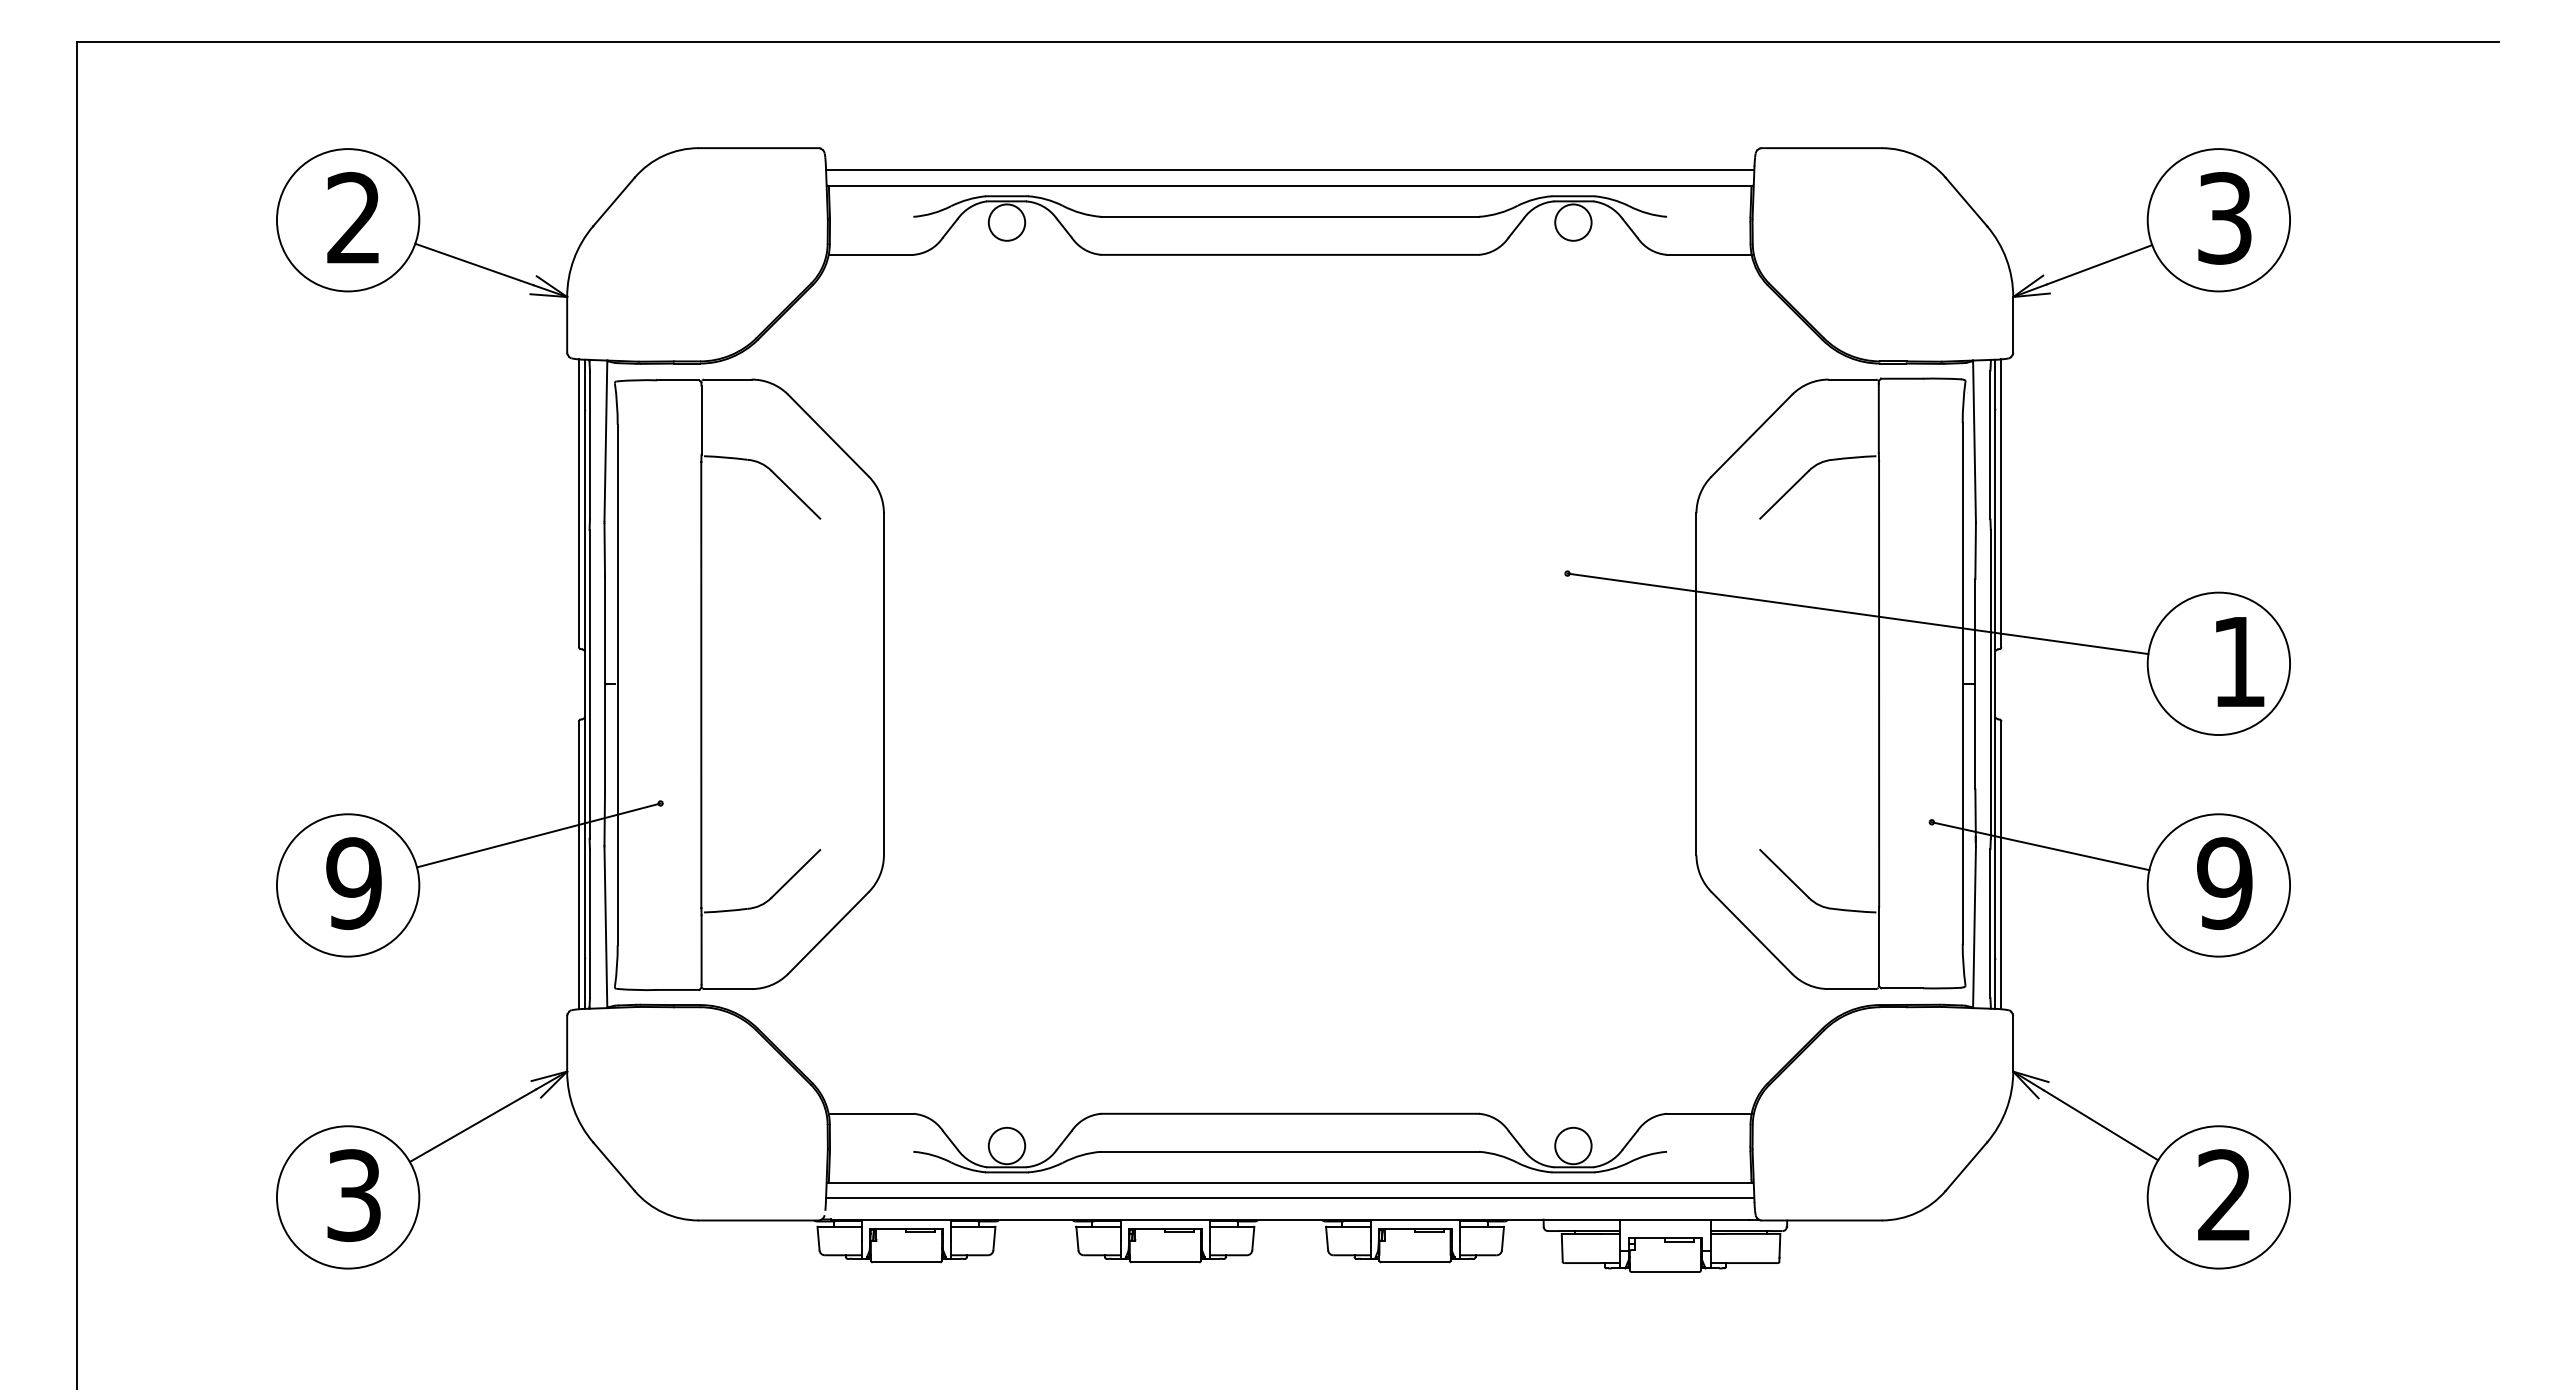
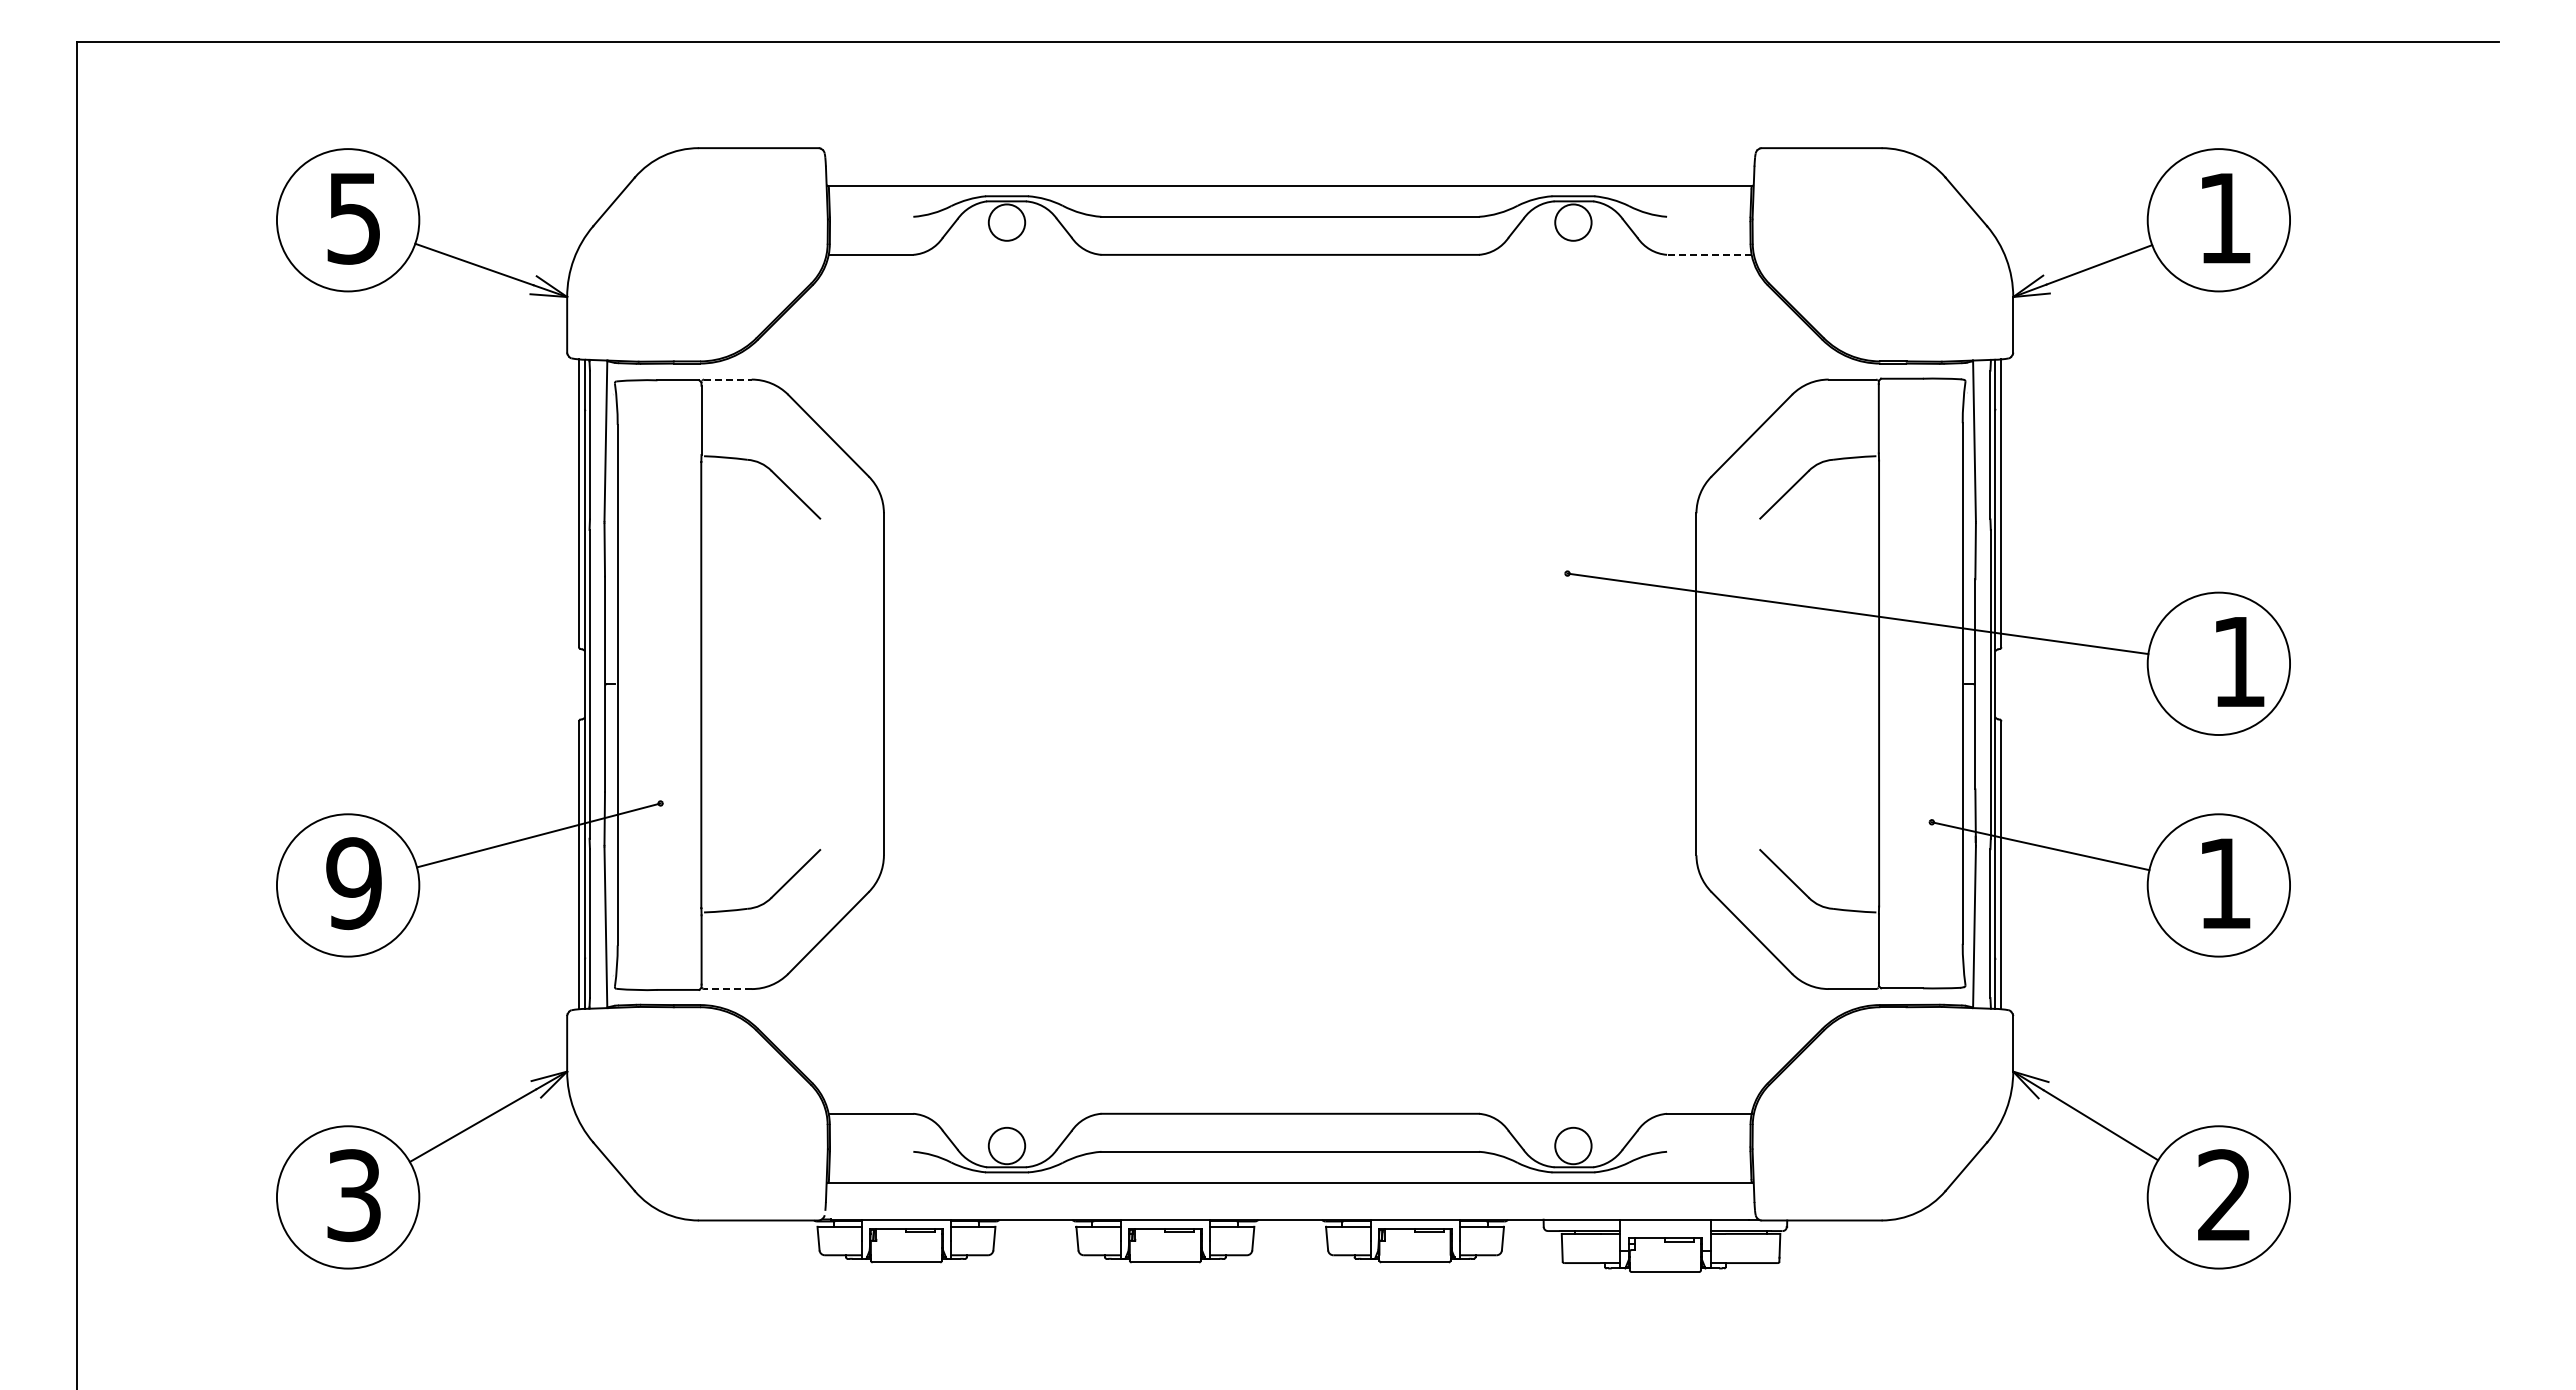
line at (1290, 170): present -> none
text at (353, 218): 2 -> 5
text at (2224, 218): 3 -> 1
line at (1708, 254): solid -> dashed
line at (727, 379): solid -> dashed
text at (2224, 883): 9 -> 1
line at (727, 989): solid -> dashed
line at (1290, 1198): present -> none
